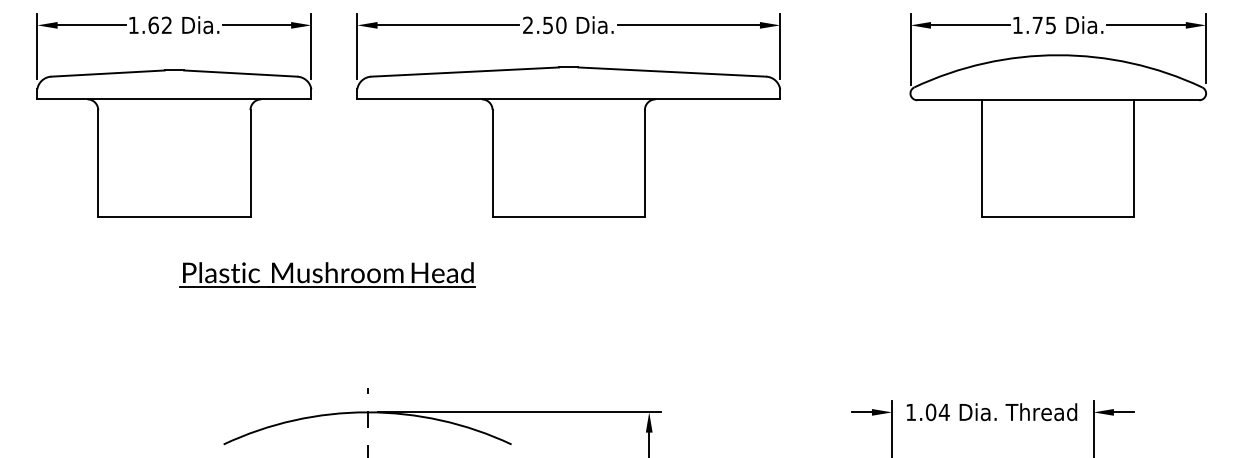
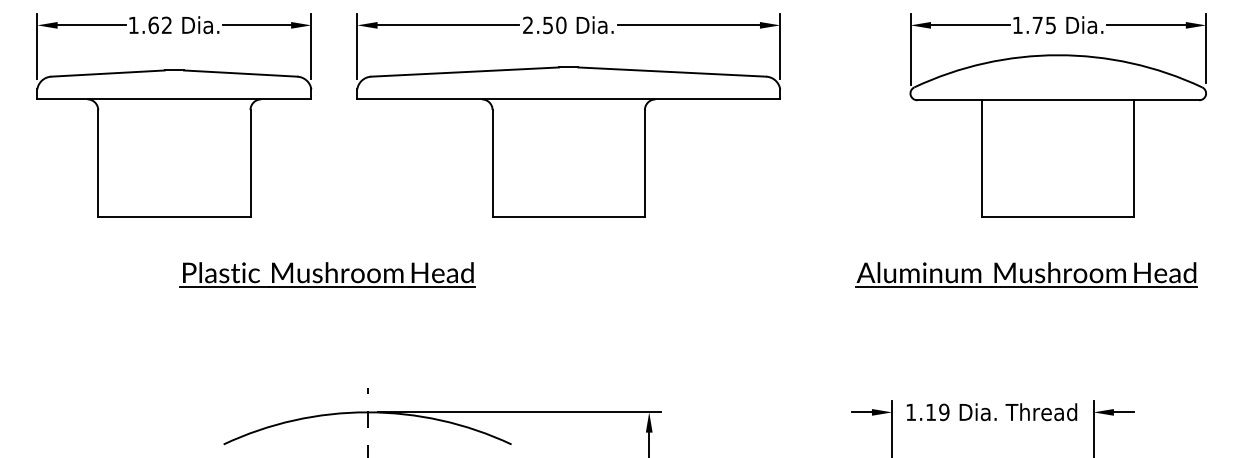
part at (1026, 274): none -> present
text at (937, 412): 1.04 -> 1.19
